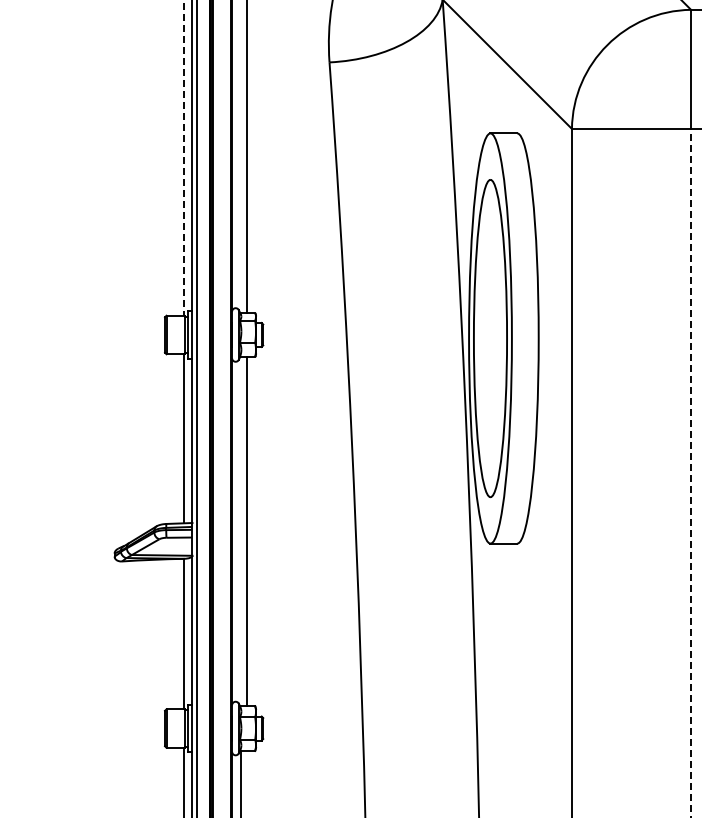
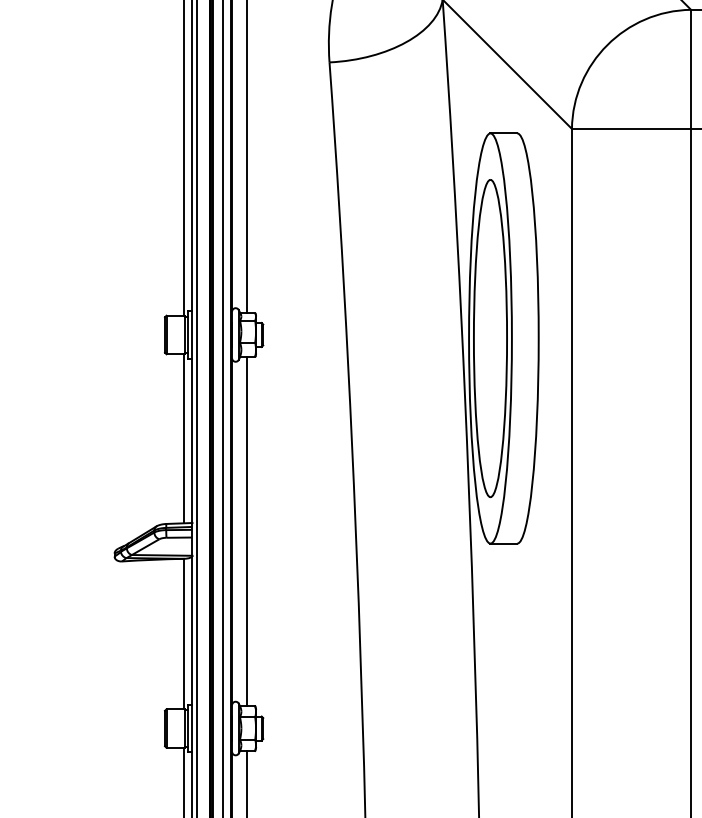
line at (184, 158): dashed -> solid
line at (222, 408): none -> present
line at (691, 472): dashed -> solid
line at (241, 782) position: (241, 782) -> (247, 782)
